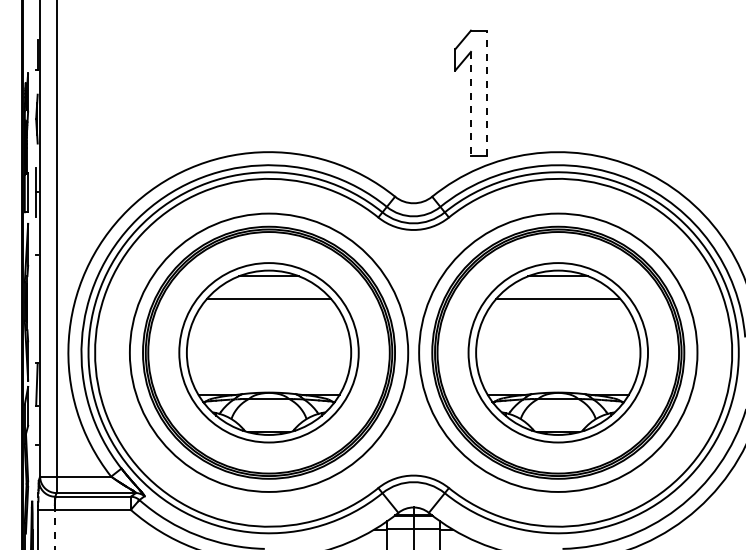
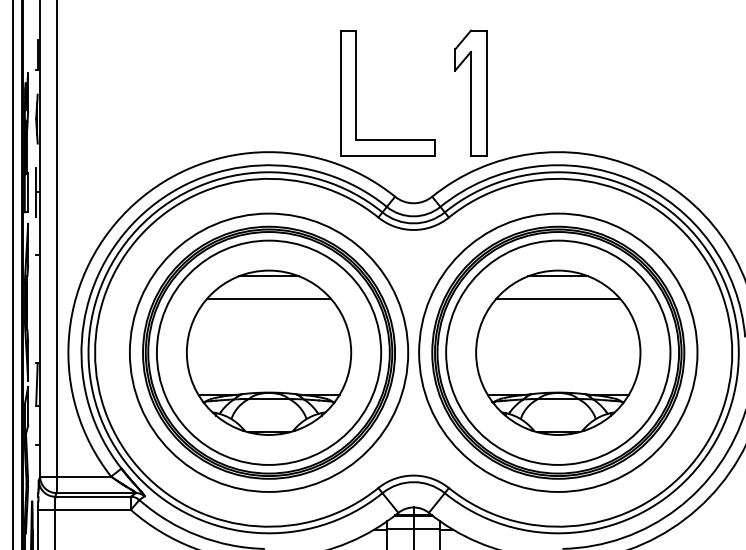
line at (486, 92): dashed -> solid
part at (356, 93): none -> present
line at (470, 103): dashed -> solid
line at (12, 274): none -> present
circle at (268, 352) diameter: 179 px -> 224 px
circle at (558, 352) diameter: 179 px -> 224 px
line at (54, 528): dashed -> solid
